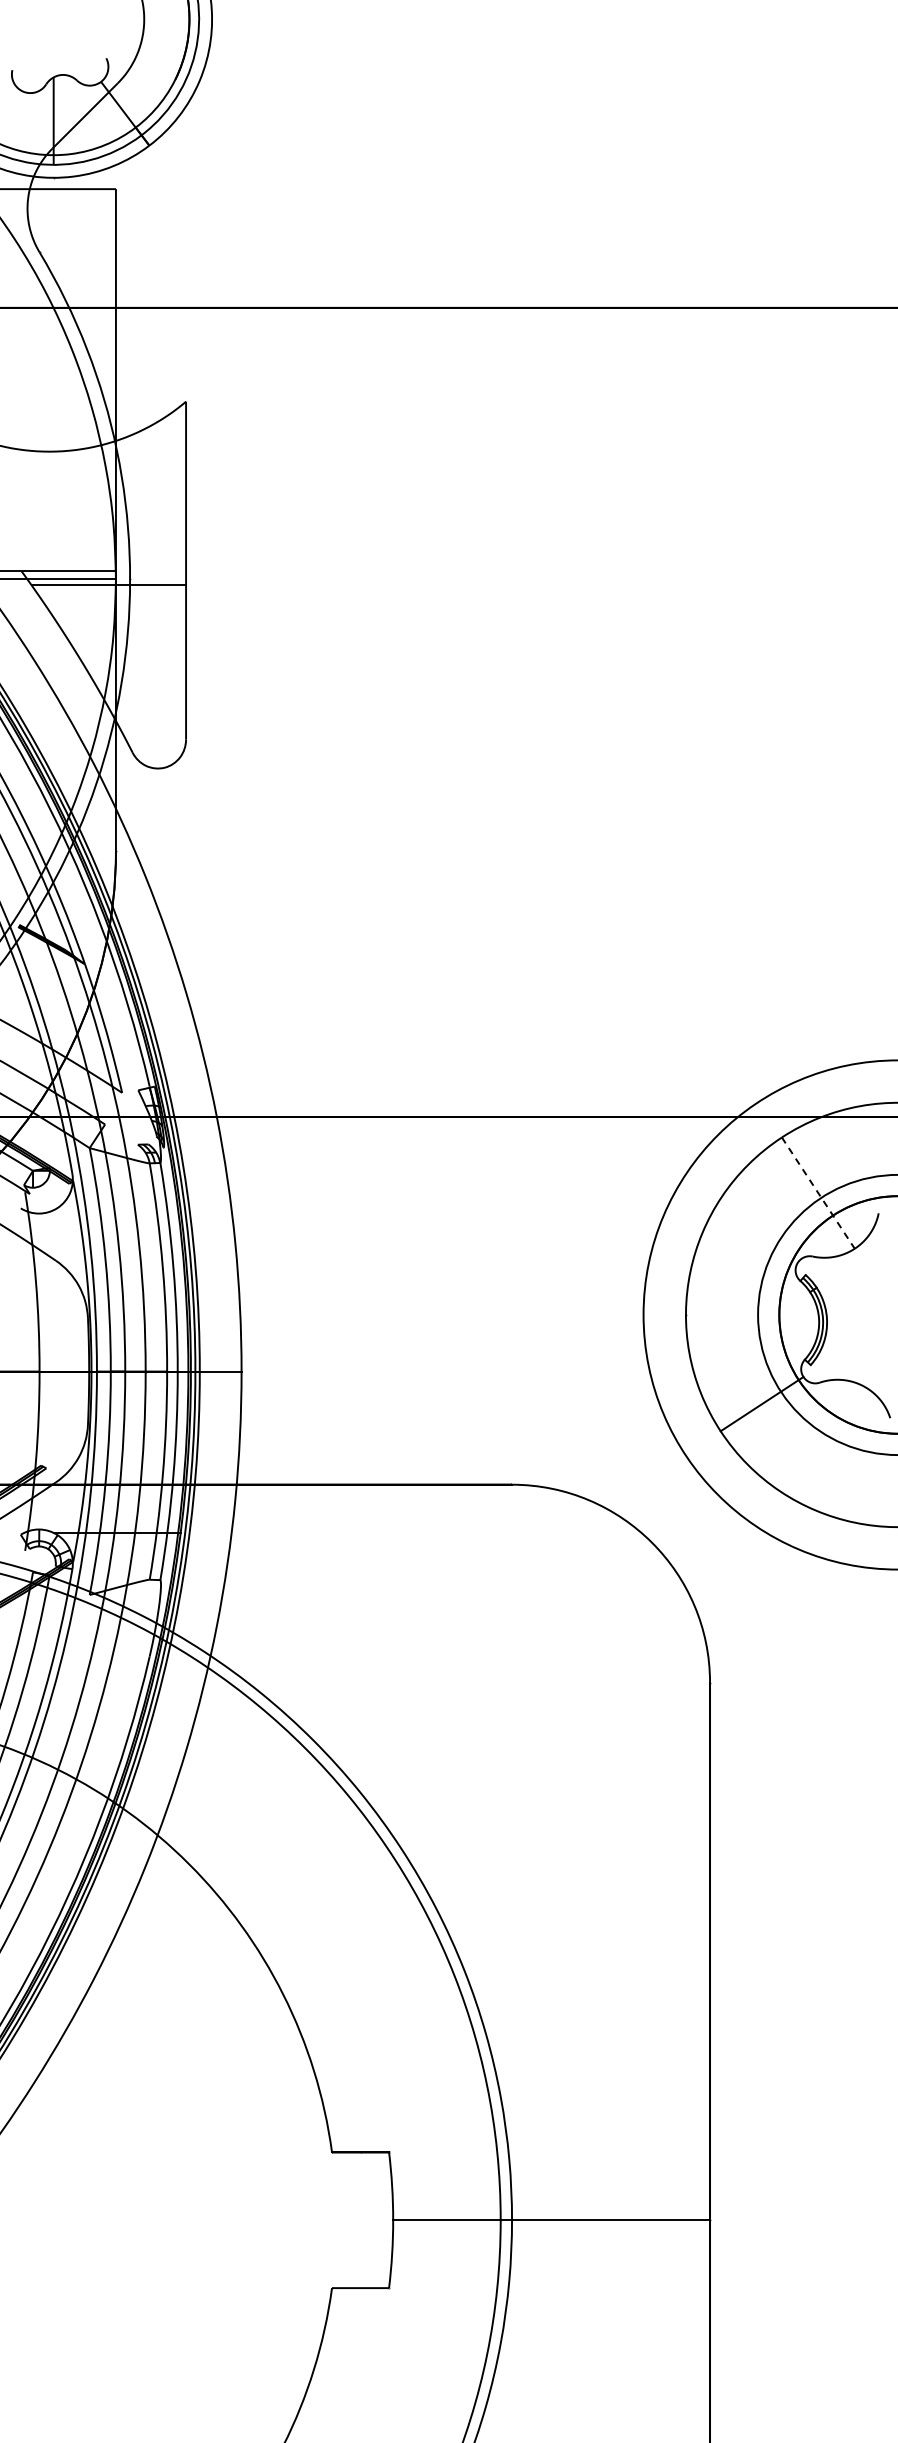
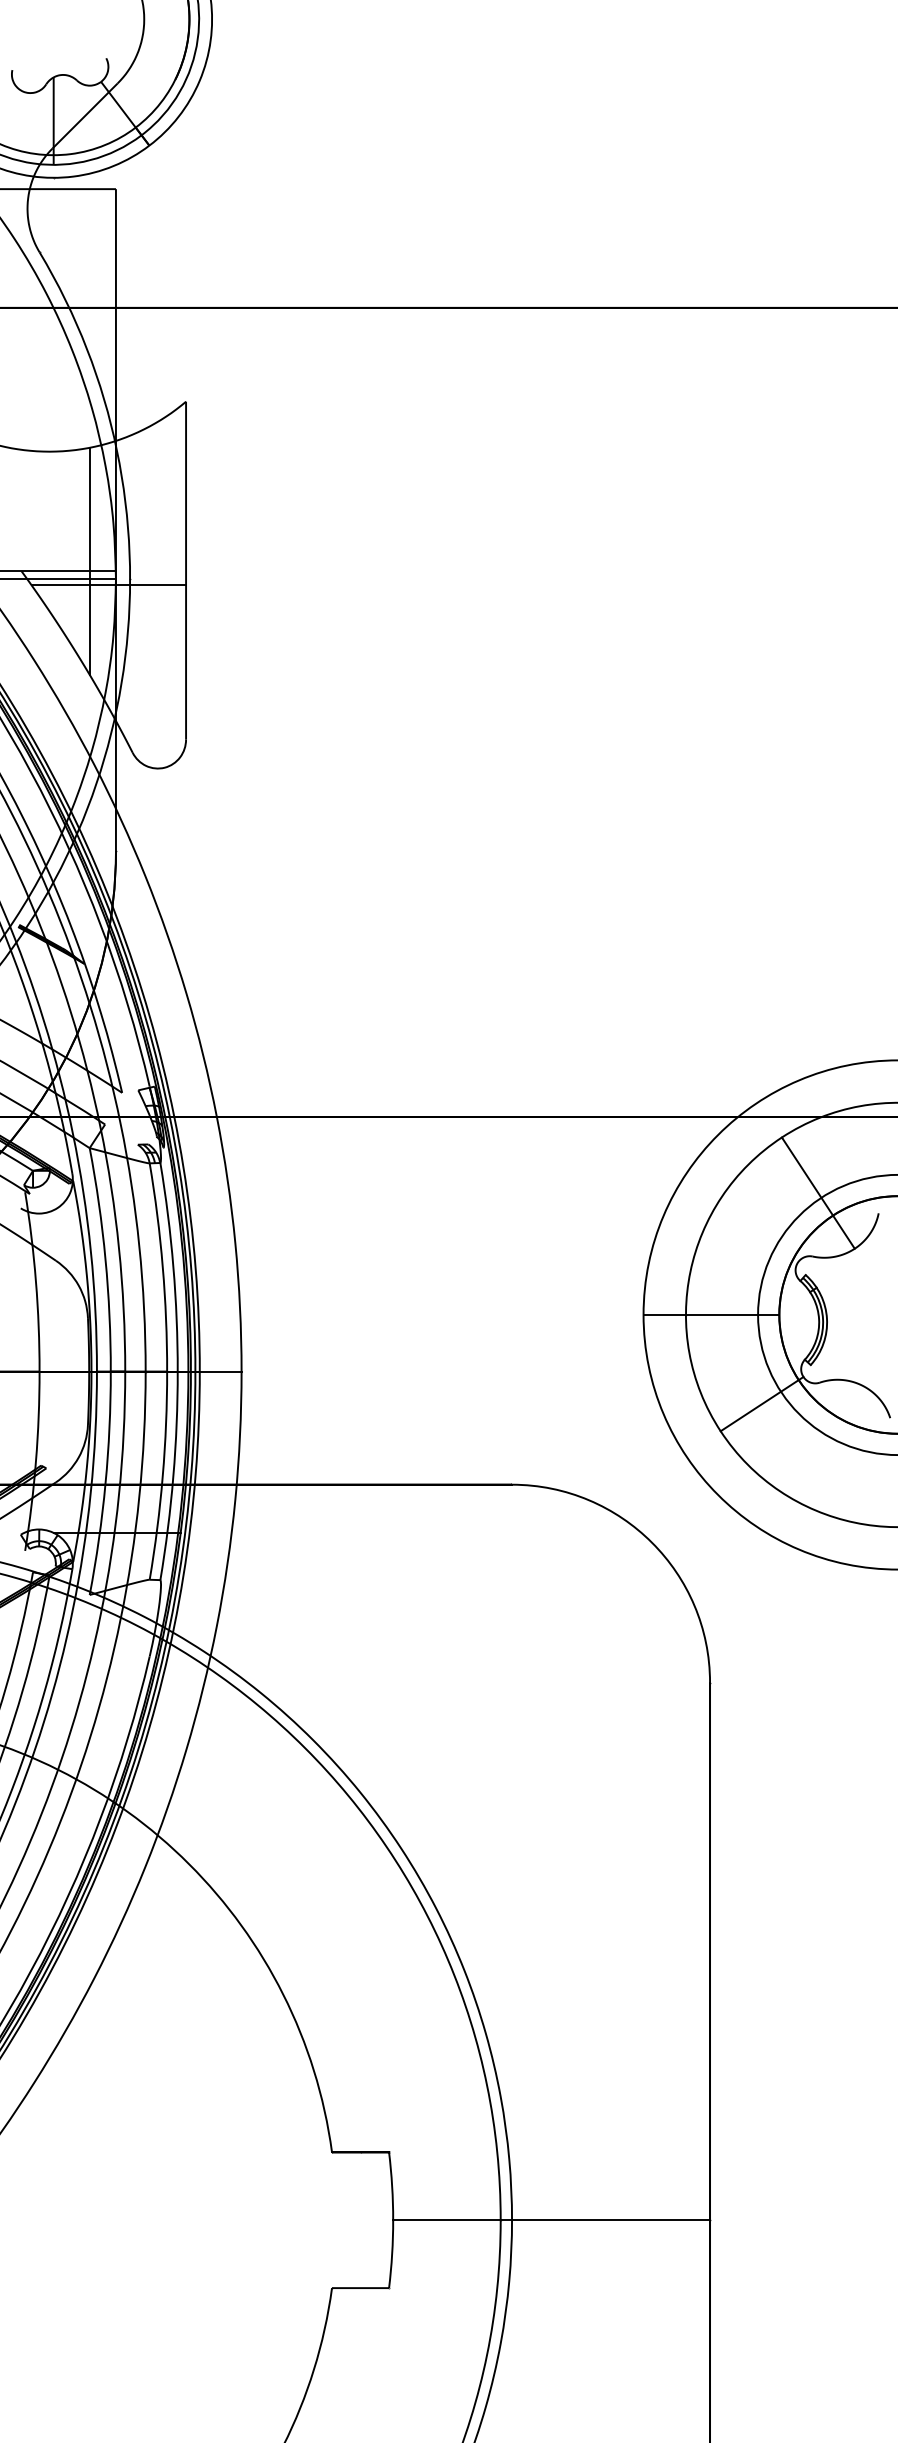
line at (89, 560): none -> present
line at (818, 1193): dashed -> solid
line at (711, 1314): none -> present
